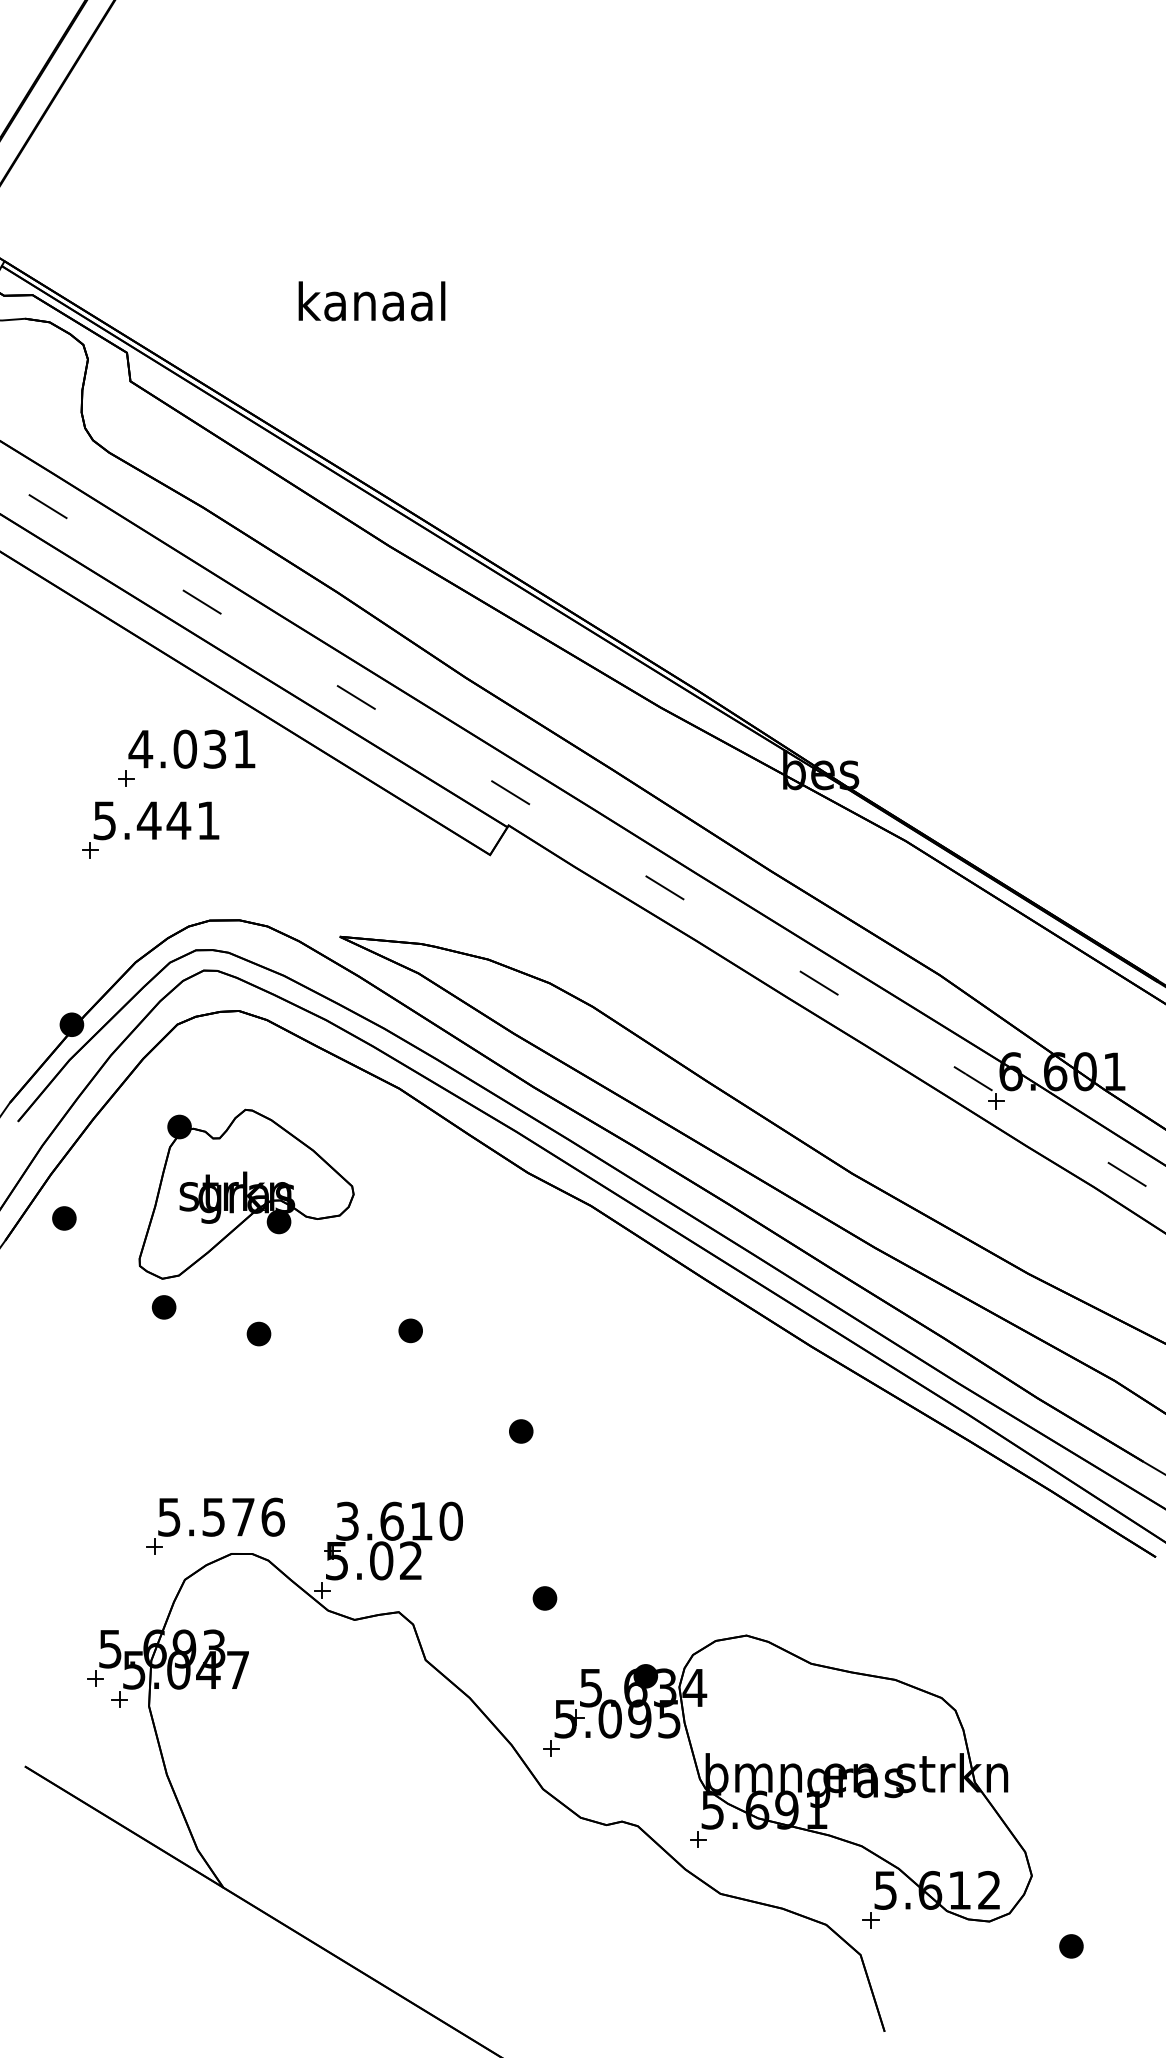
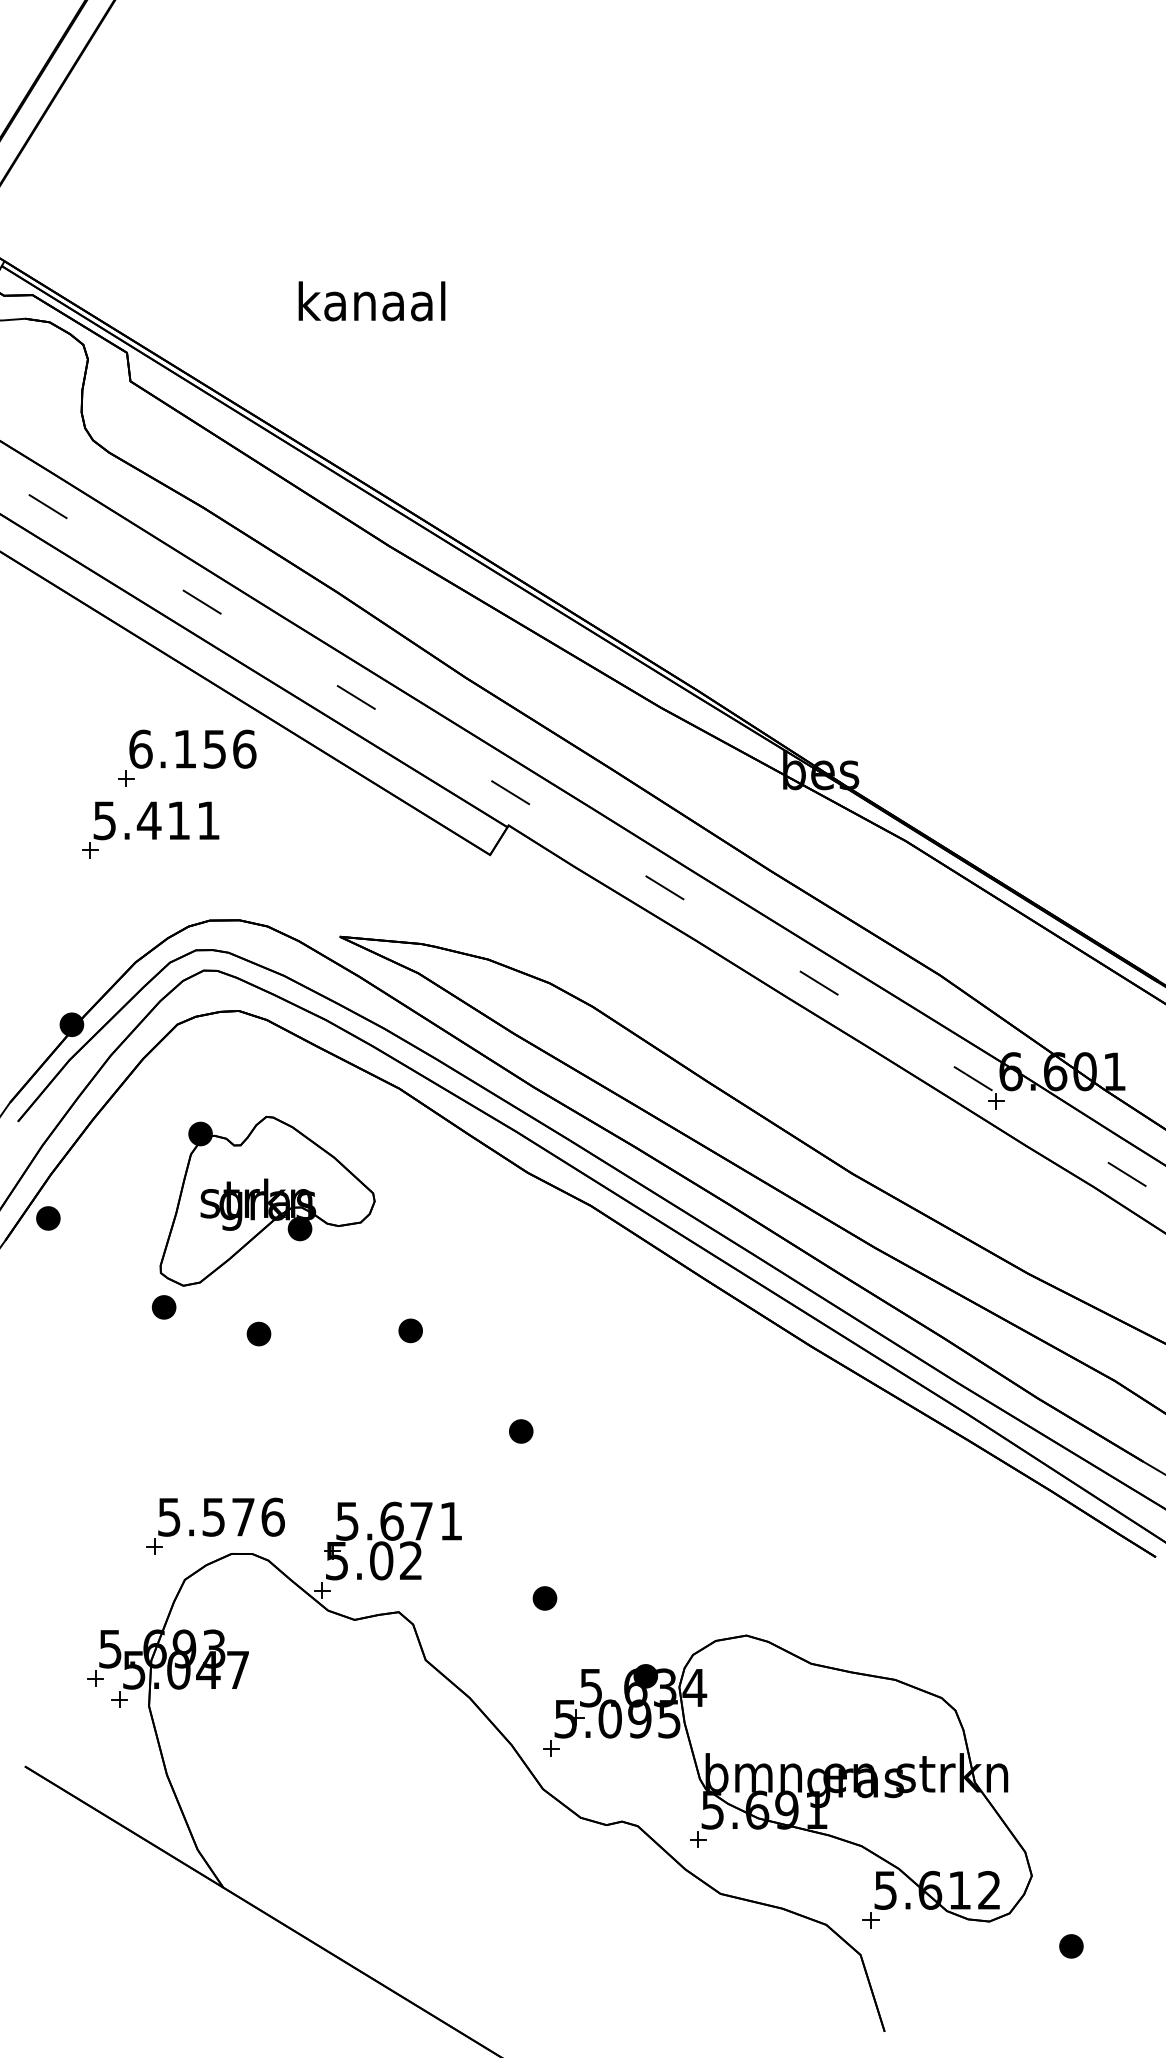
text at (192, 748): 4.031 -> 6.156
text at (178, 820): 5.441 -> 5.411
part at (246, 1193) position: (246, 1193) -> (267, 1200)
part at (64, 1218) position: (64, 1218) -> (48, 1218)
text at (399, 1520): 3.610 -> 5.671
